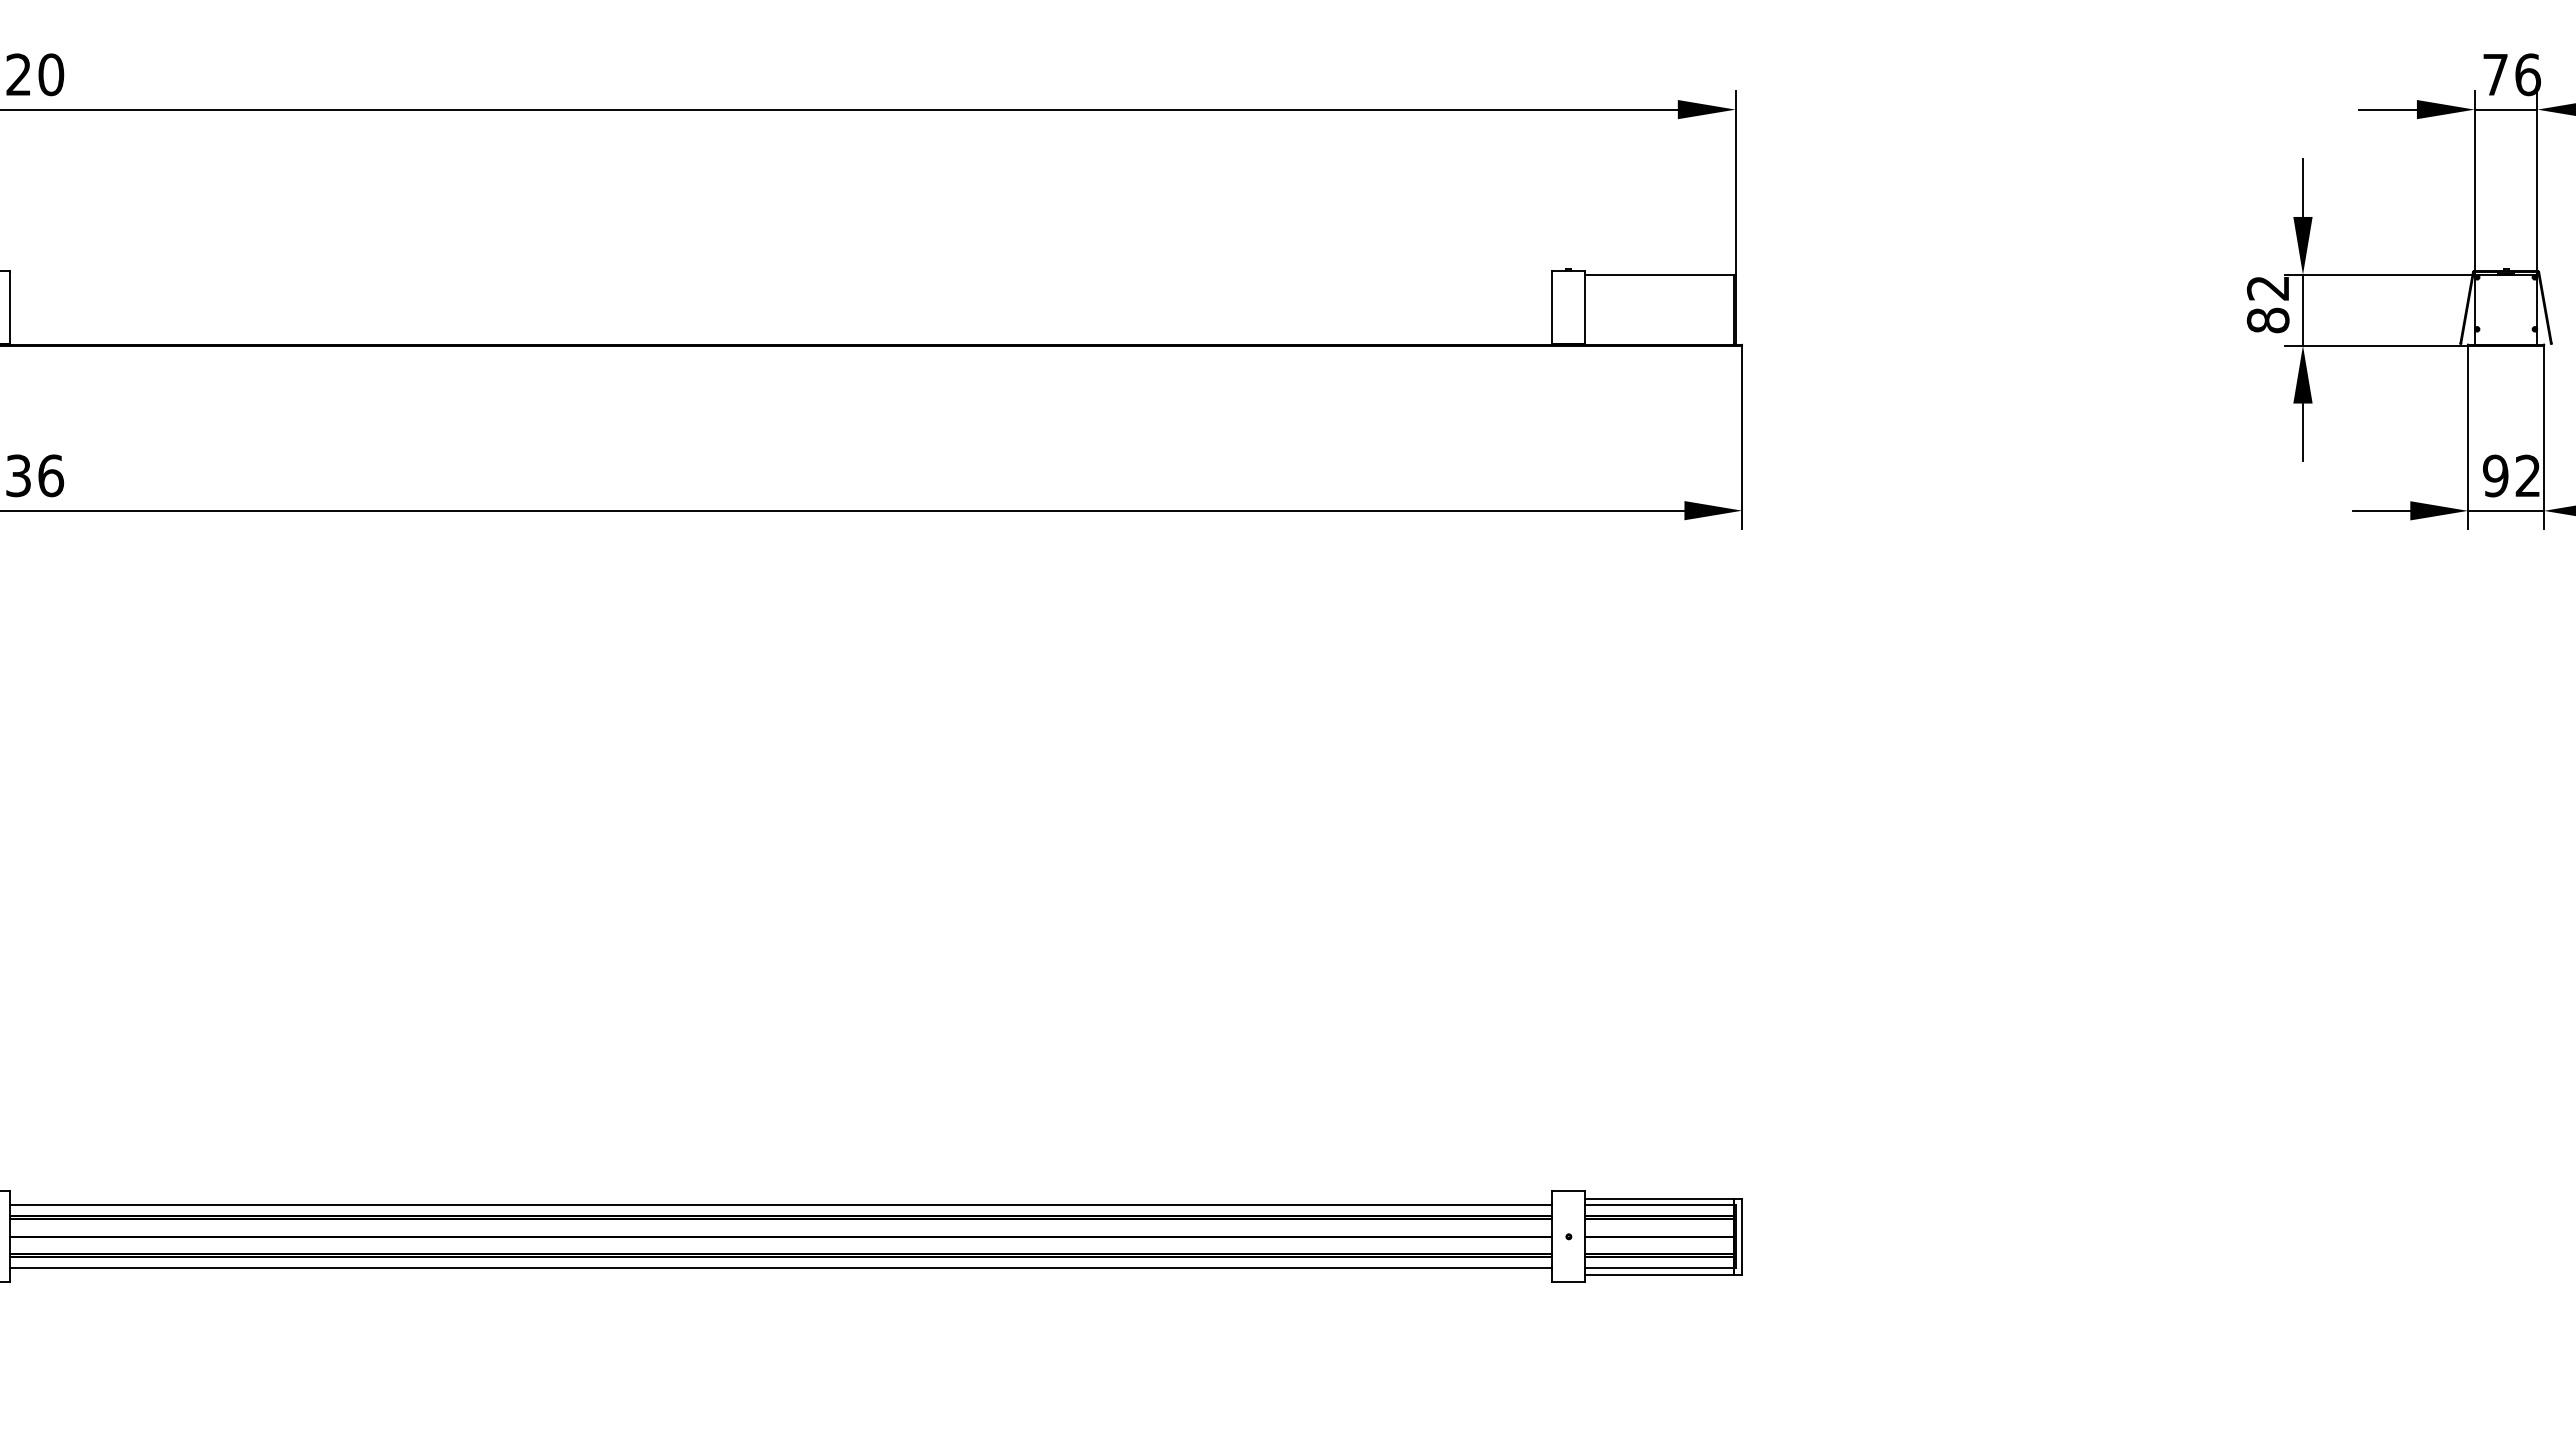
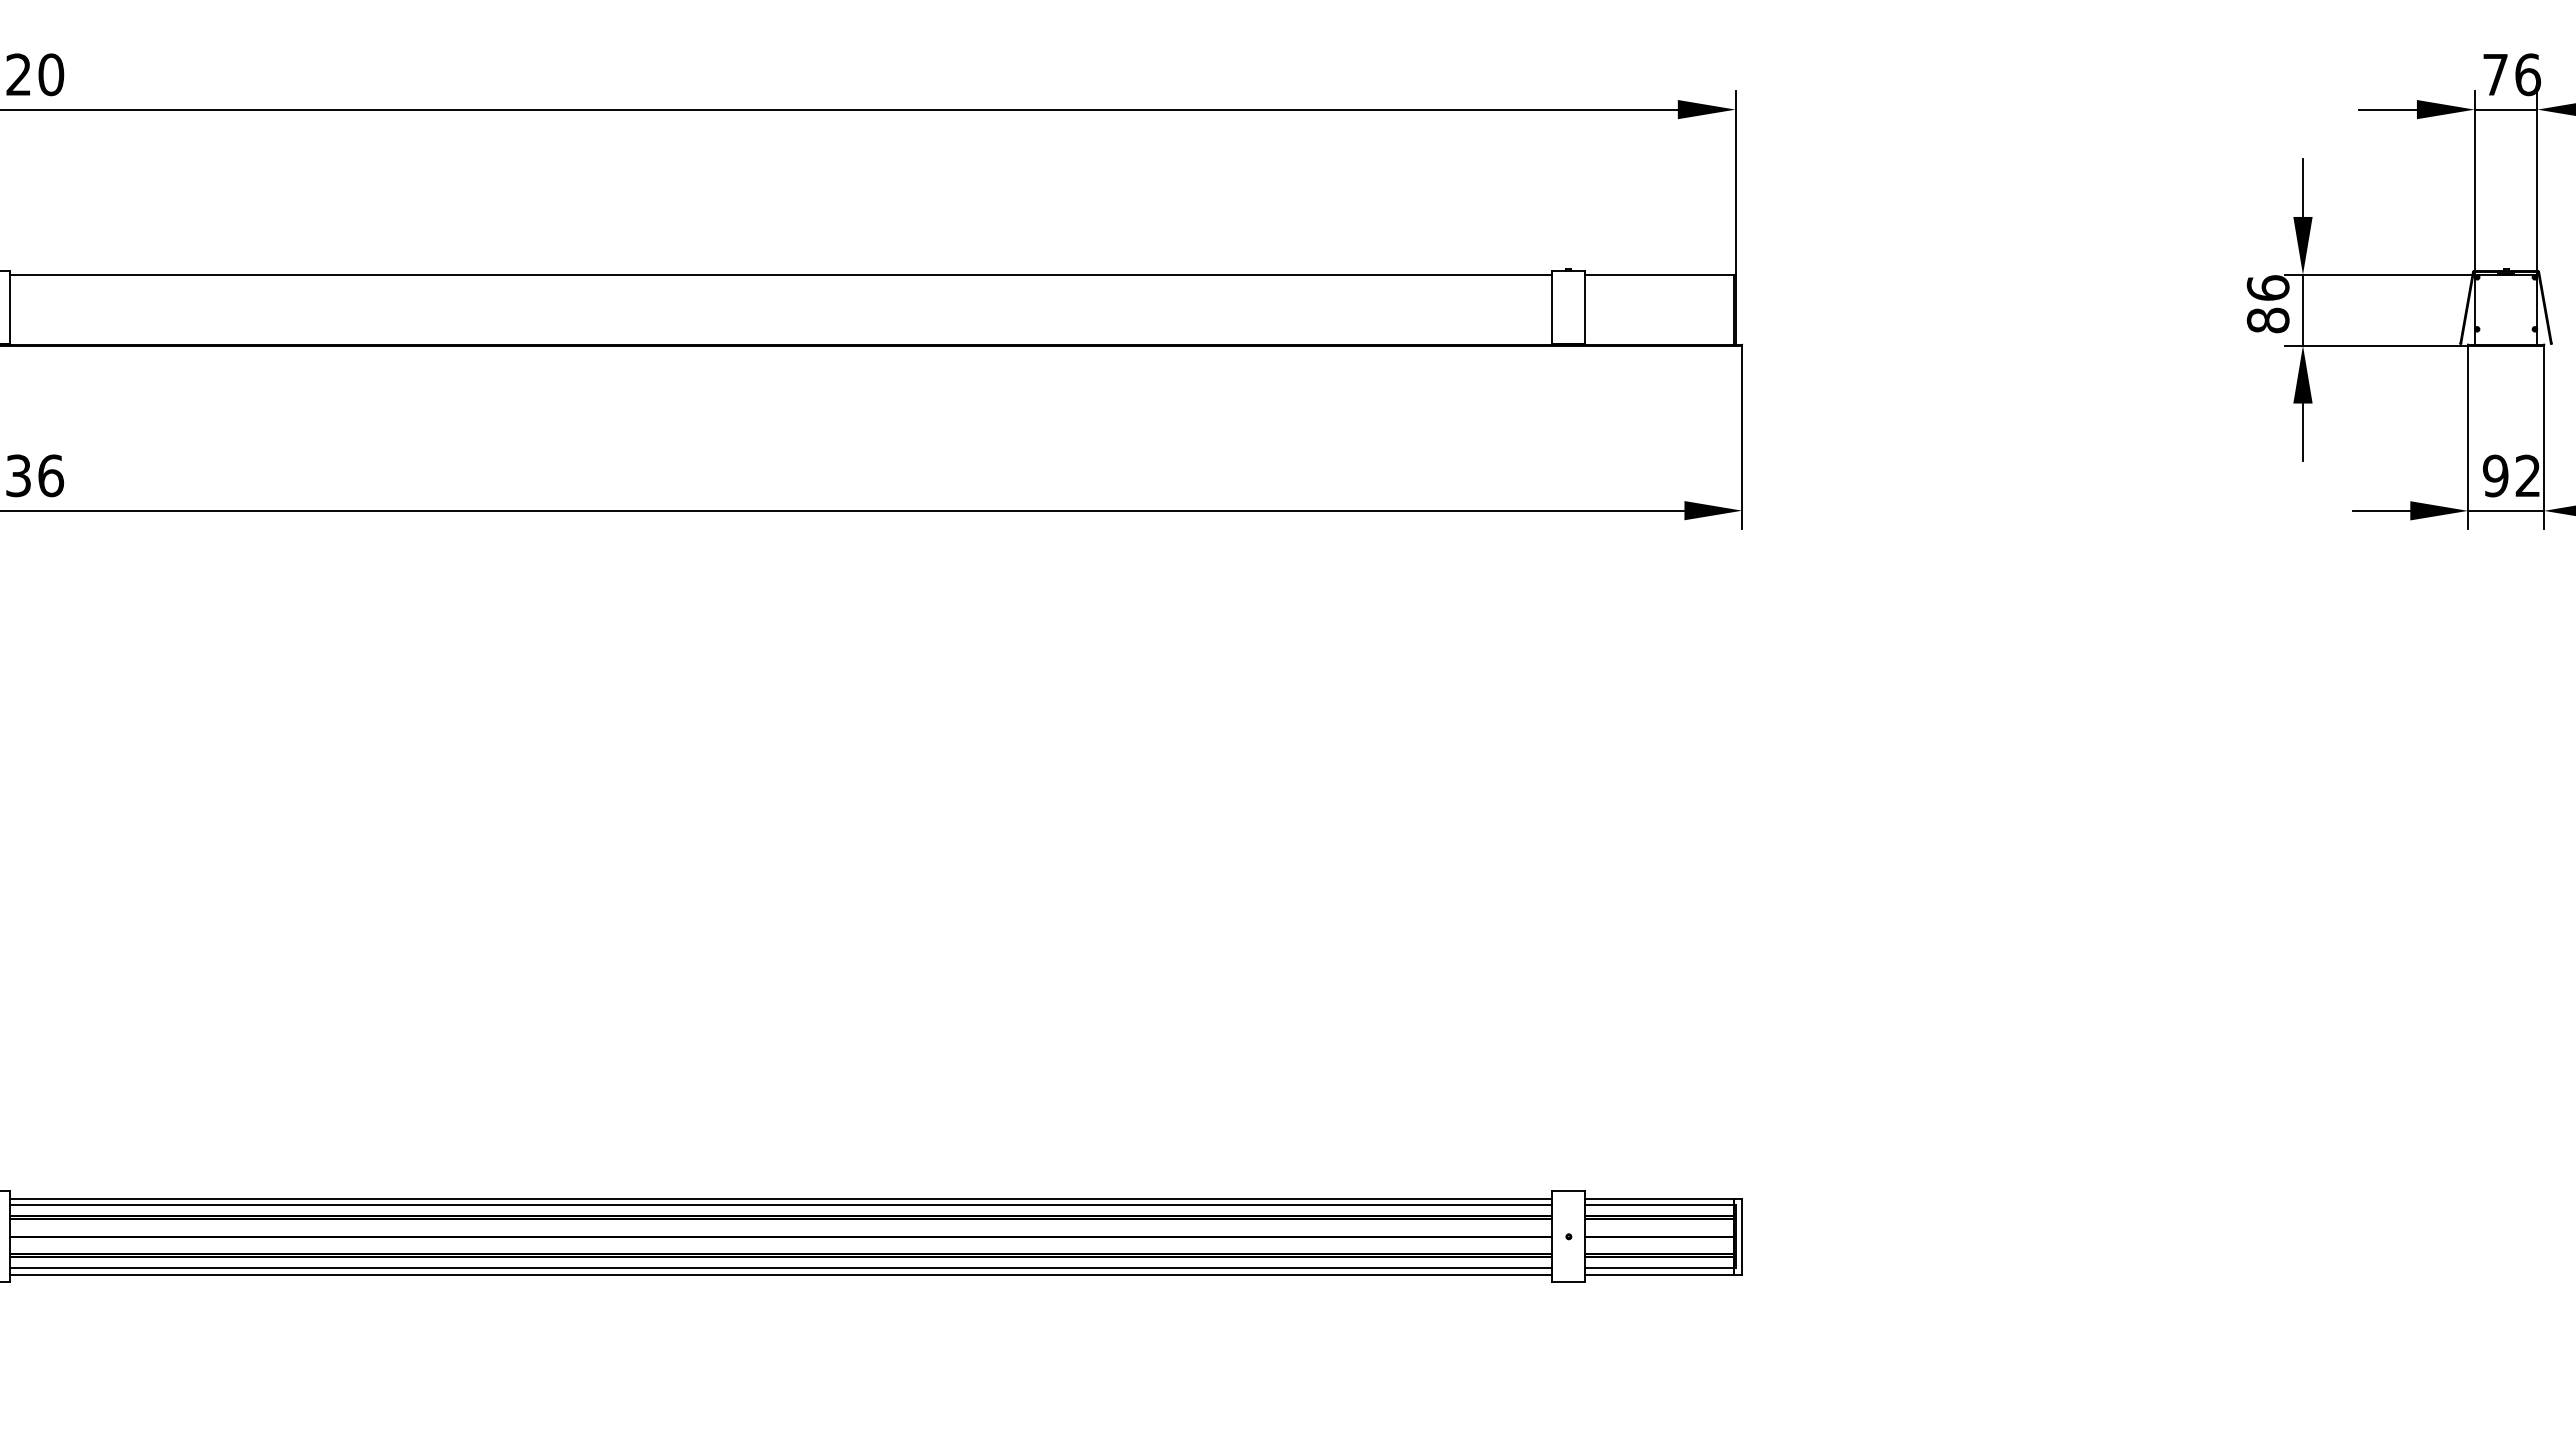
line at (781, 274): none -> present
text at (2267, 287): 82 -> 86
line at (781, 1198): none -> present
line at (781, 1274): none -> present
